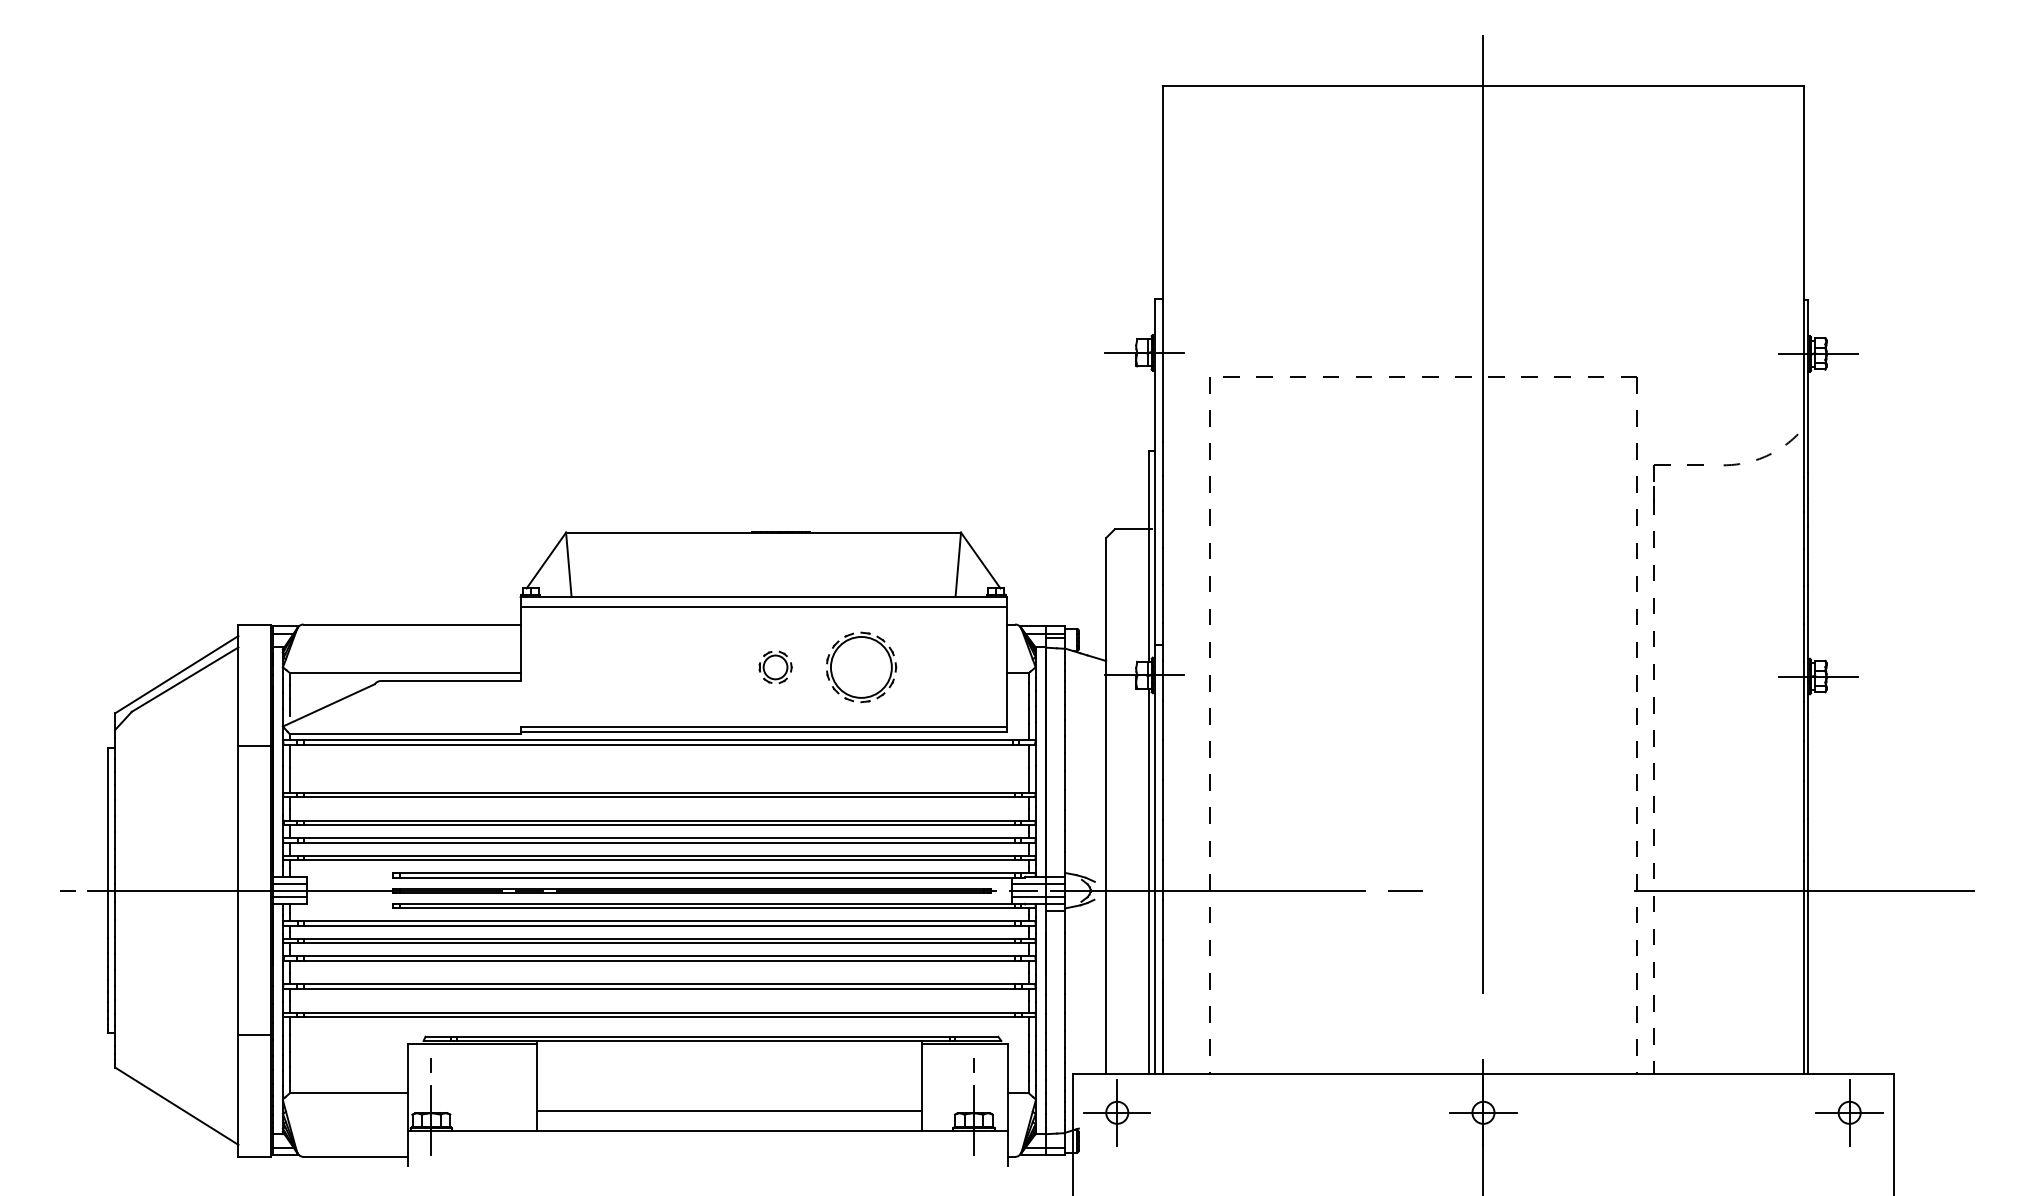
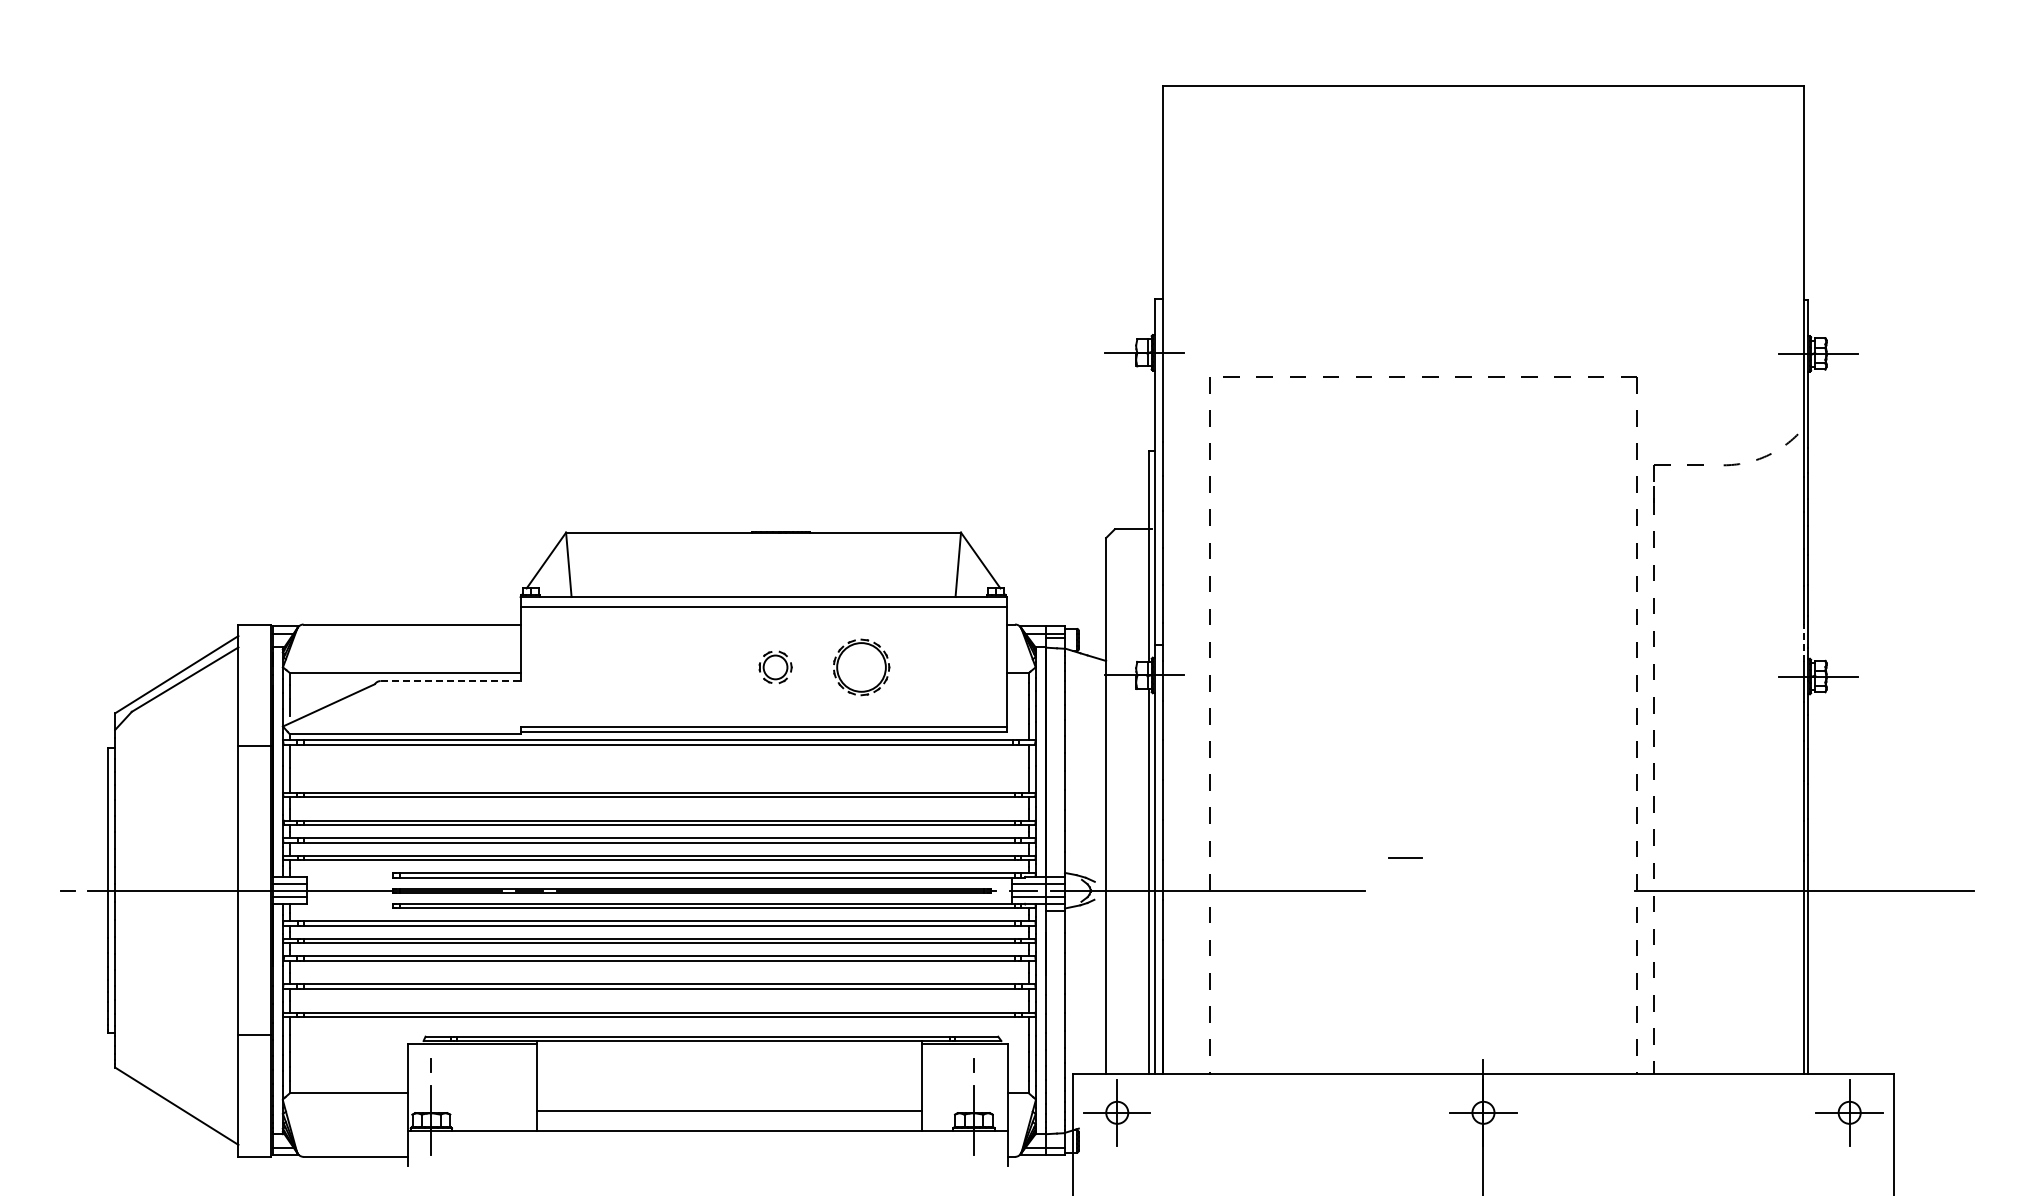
line at (1483, 514): present -> none
line at (1803, 642): solid -> dashed
part at (861, 667) size: 72x73 px -> 58x59 px
line at (450, 681): solid -> dashed
line at (1405, 890) position: (1405, 890) -> (1405, 857)
